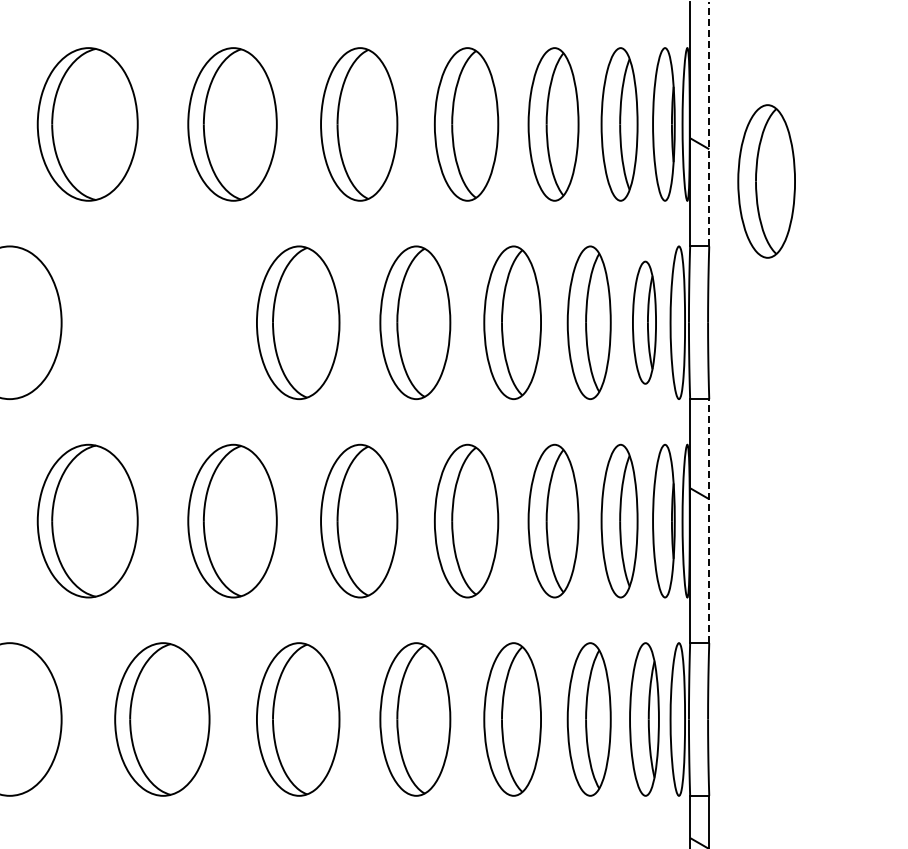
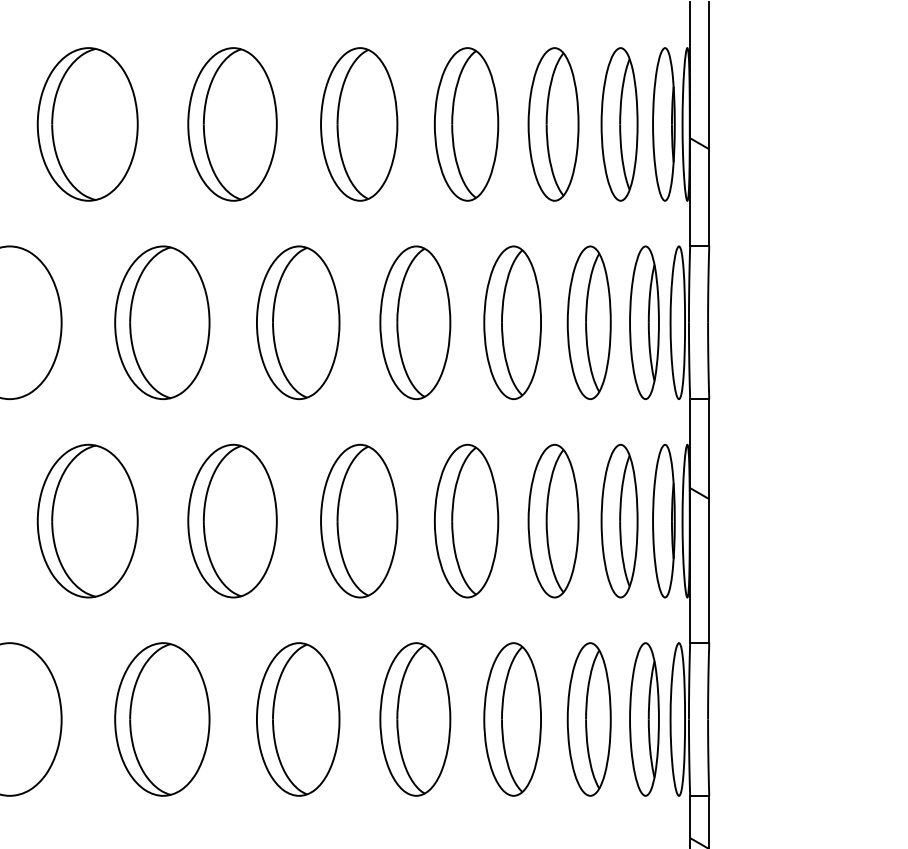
line at (709, 124): dashed -> solid
part at (766, 181): present -> none
part at (162, 322): none -> present
part at (644, 322) size: 25x125 px -> 31x155 px
line at (709, 521): dashed -> solid
